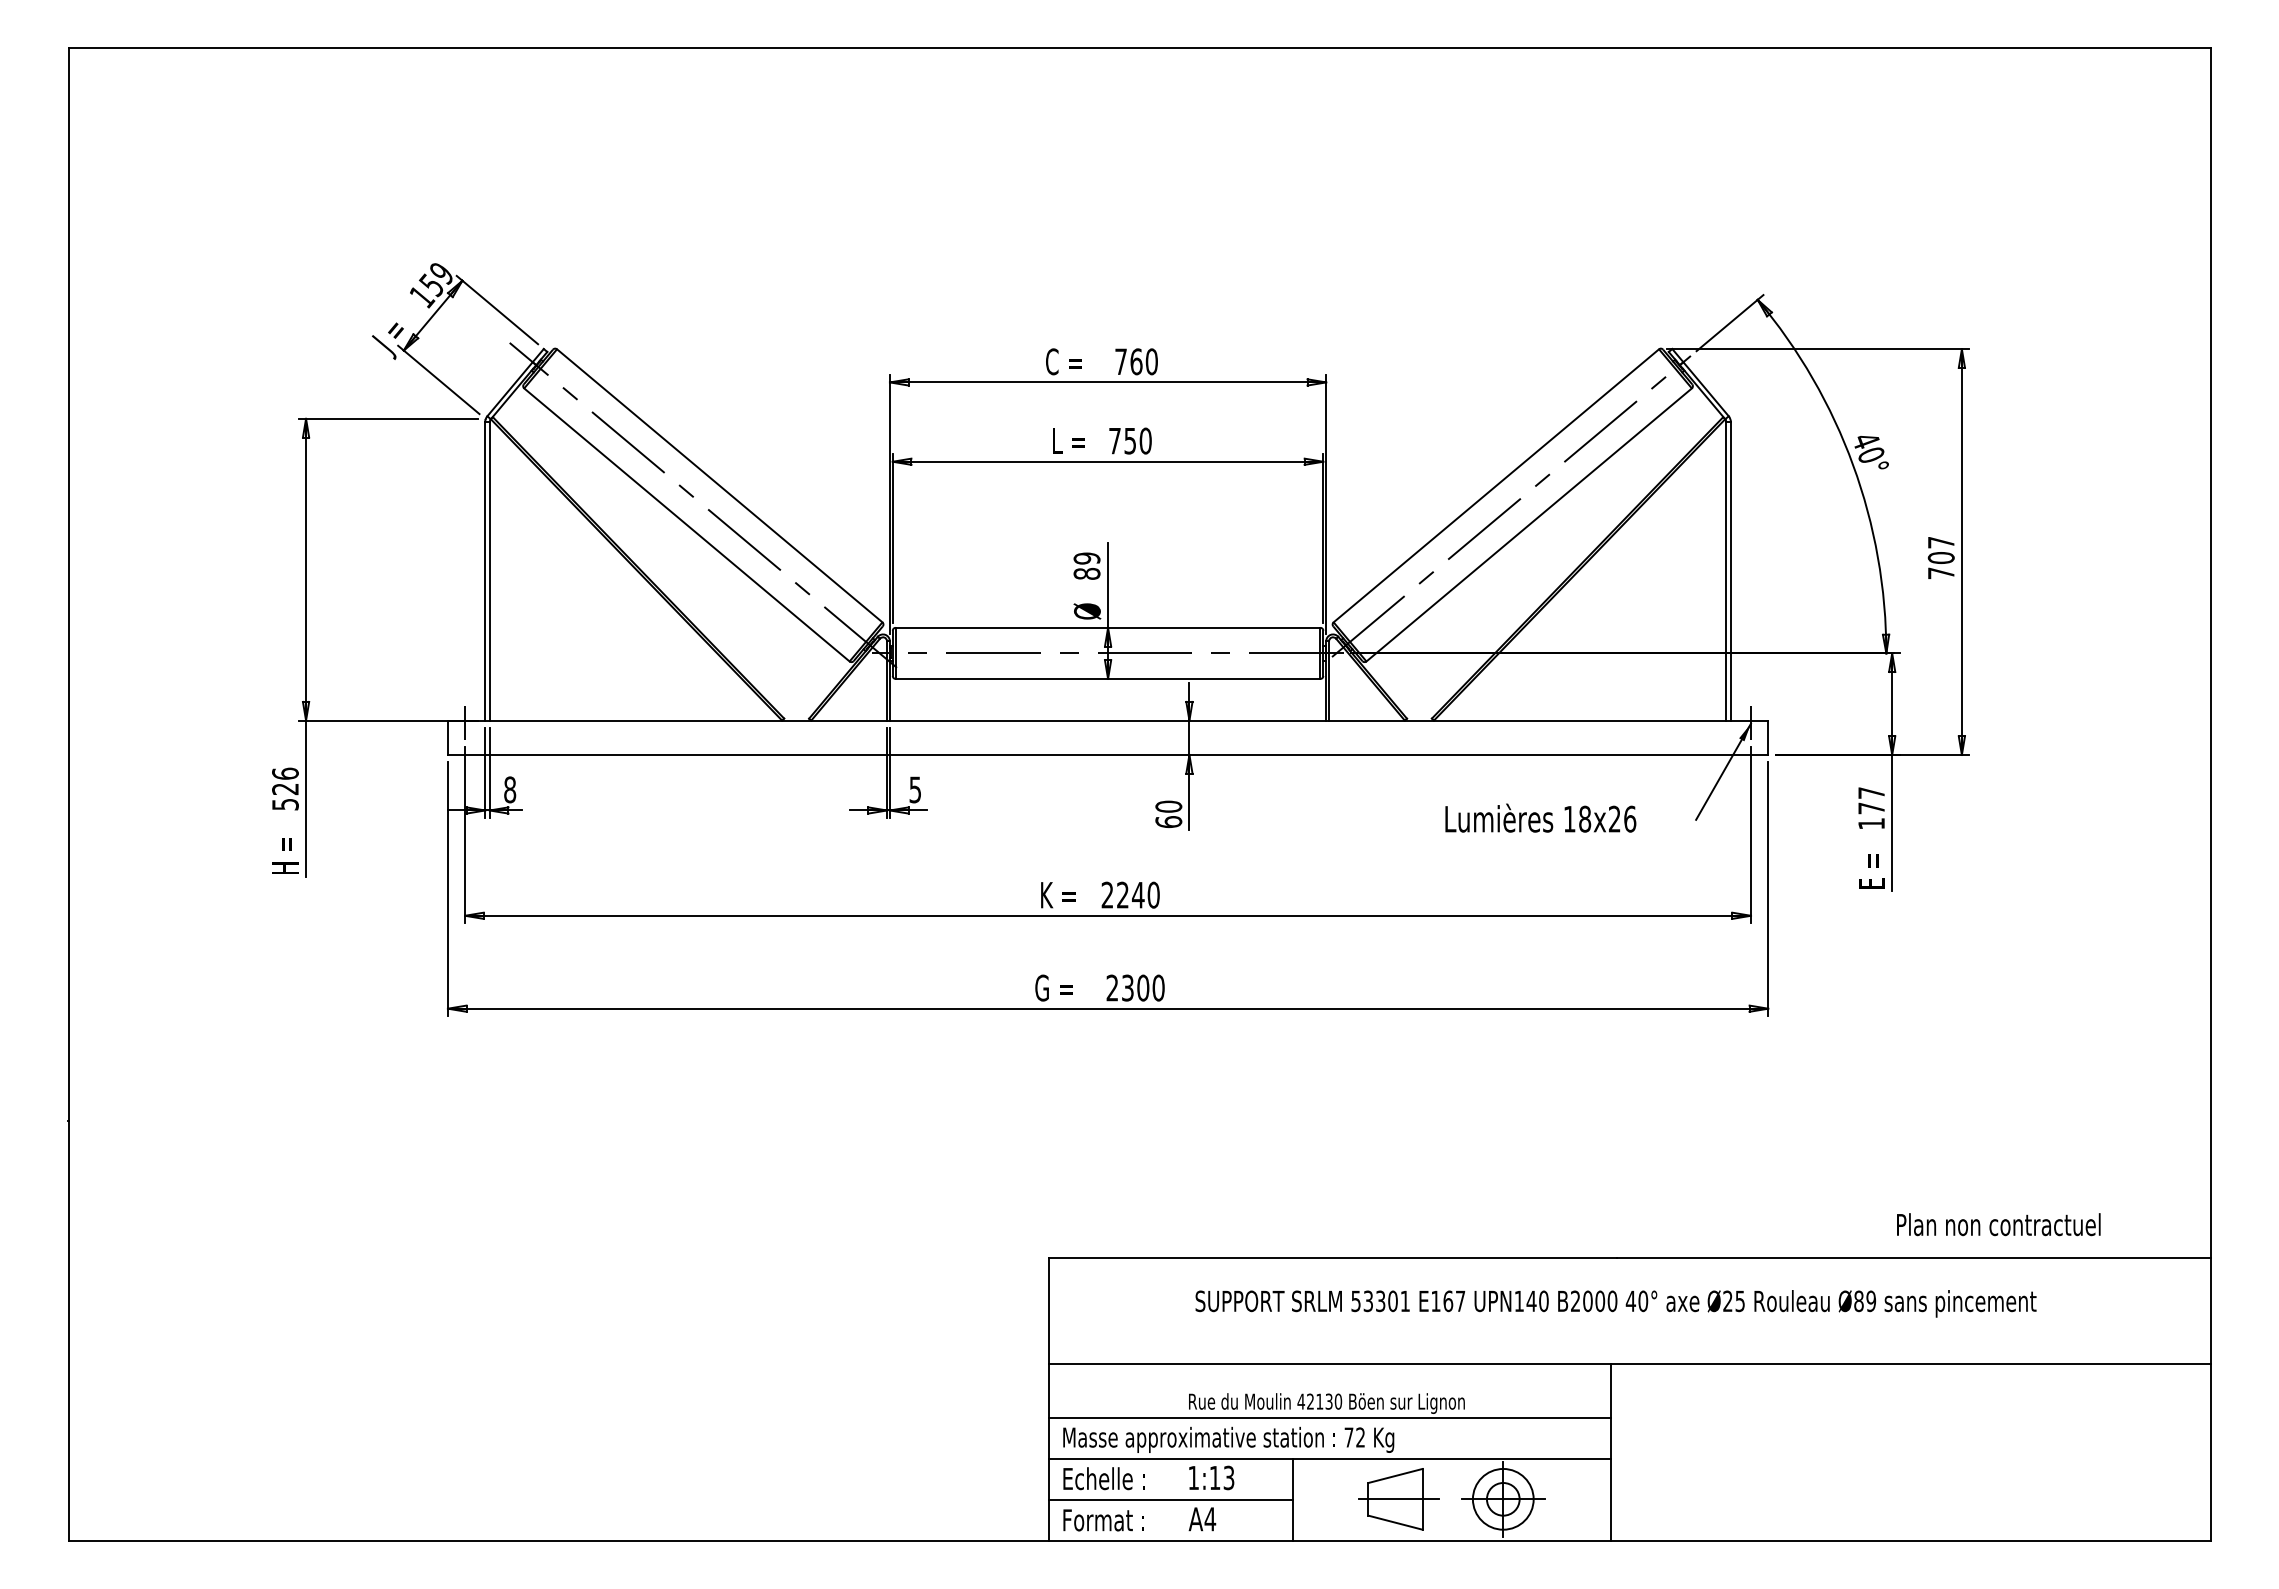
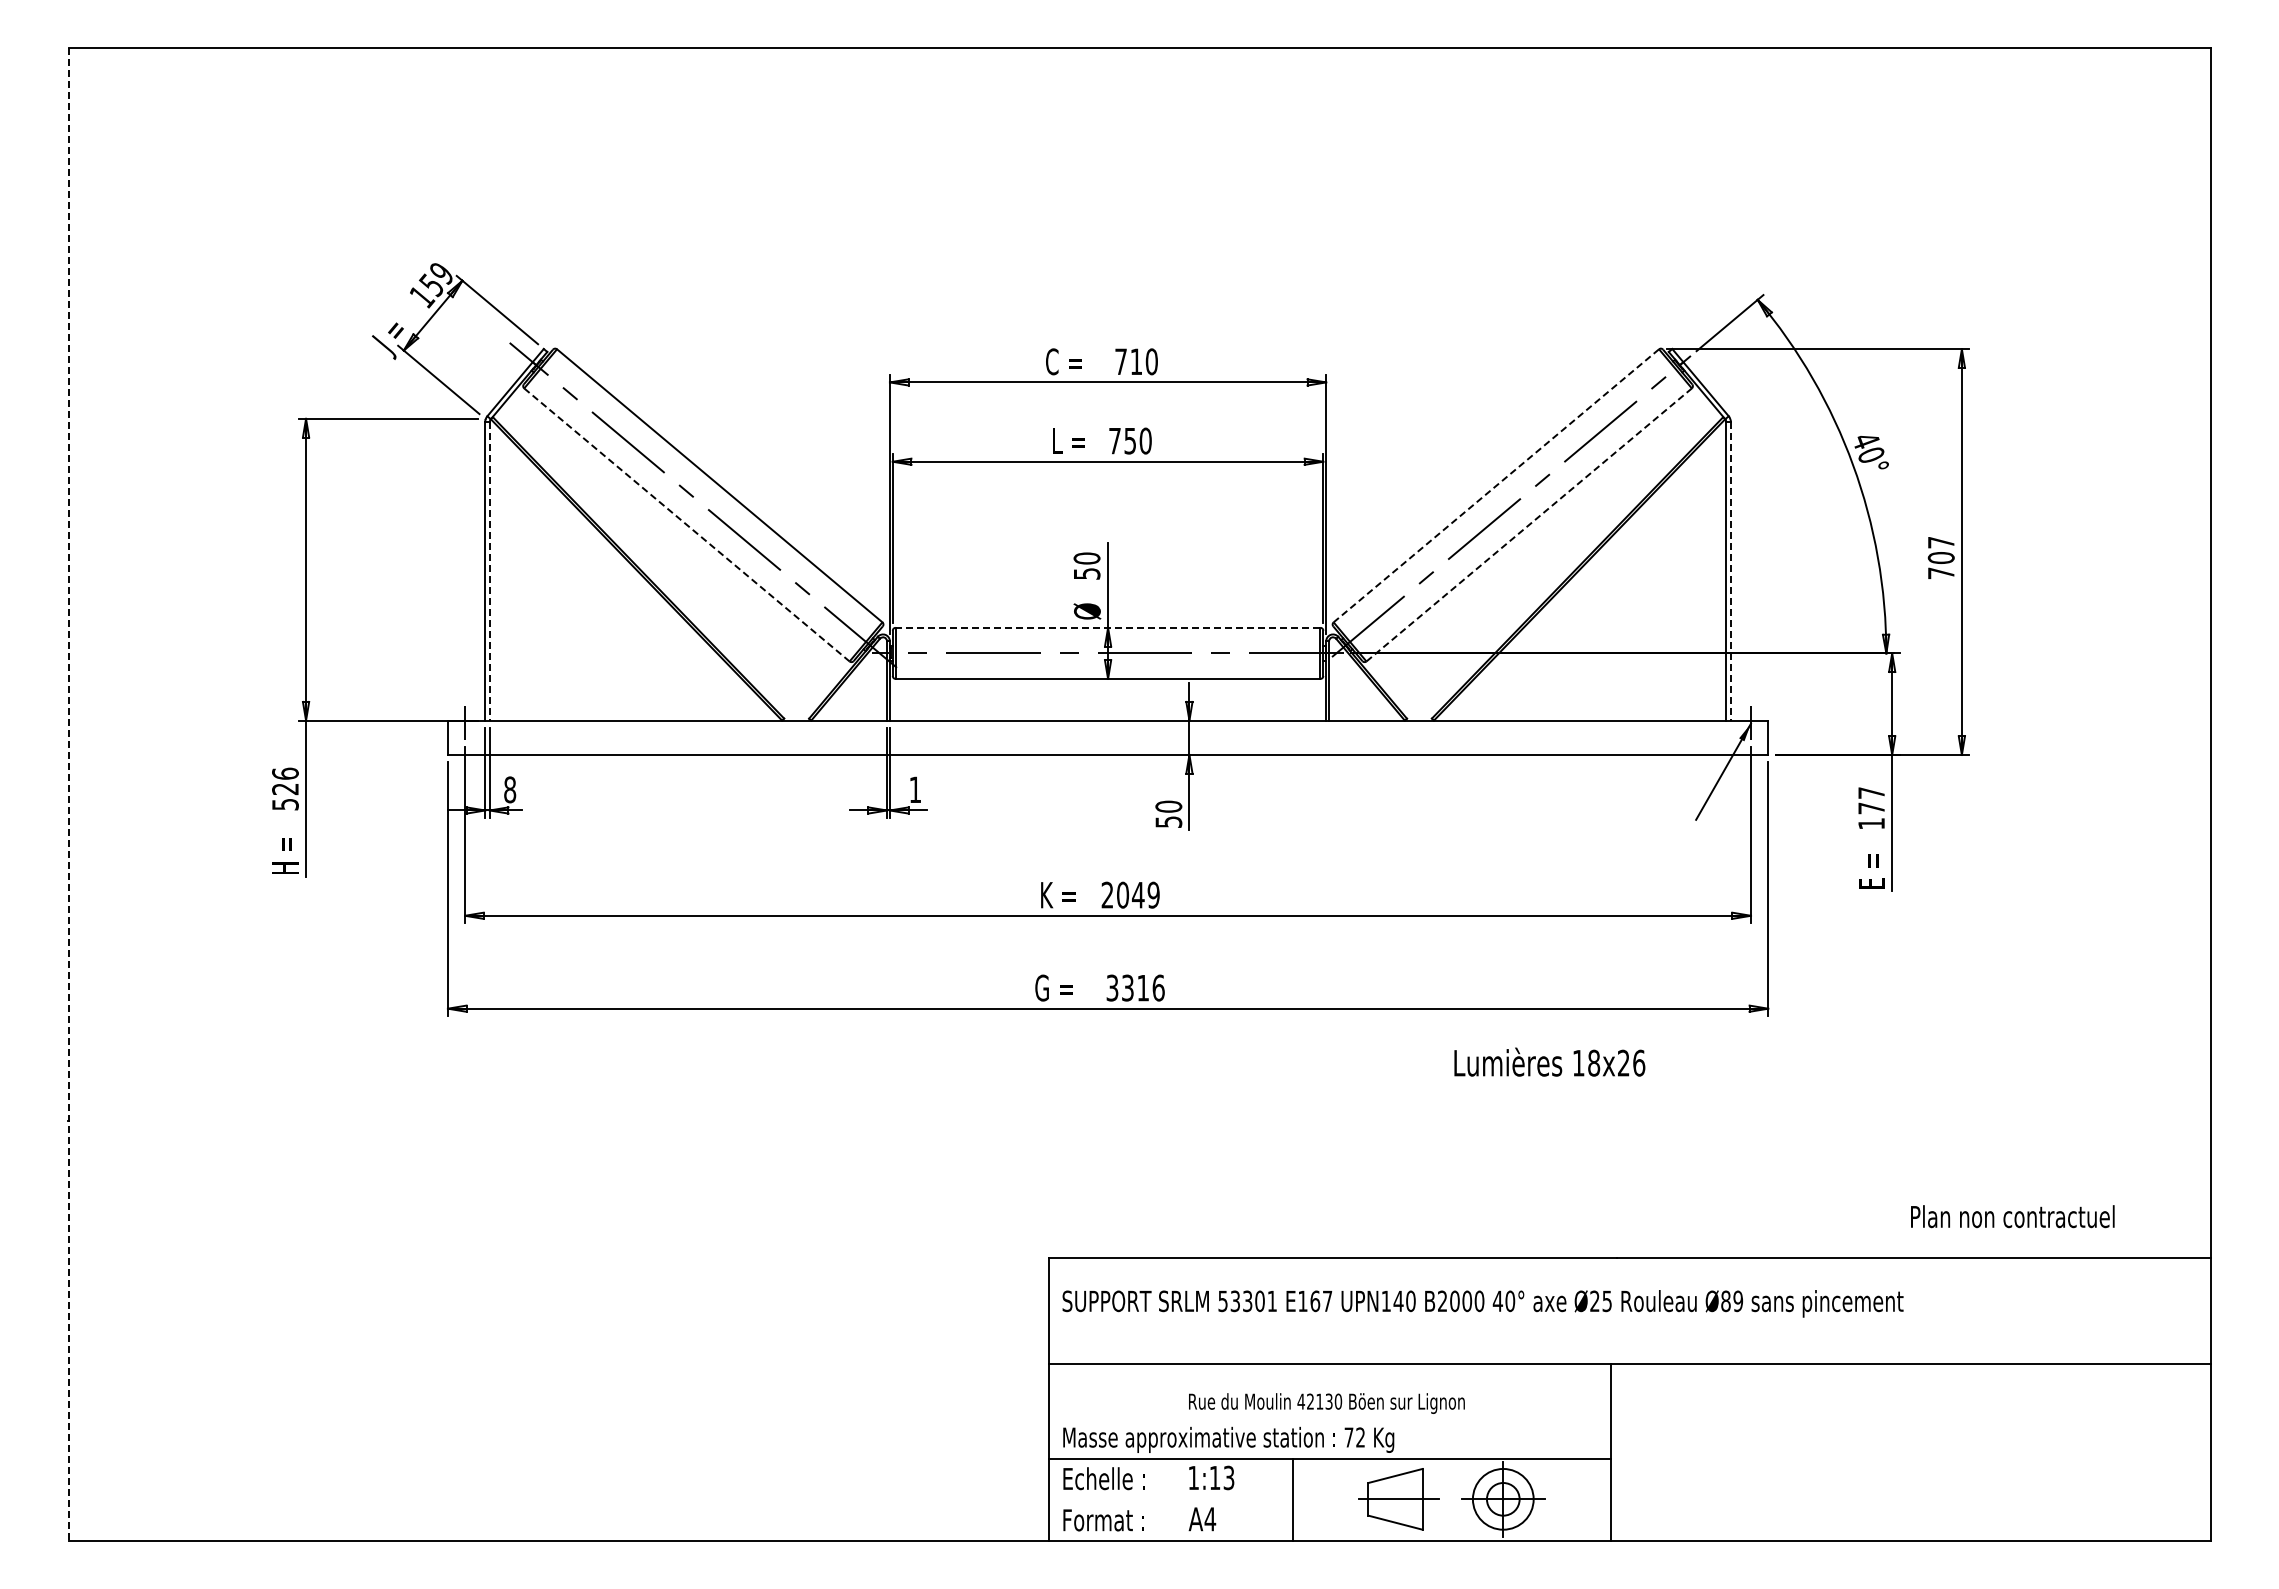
text at (1136, 361): 760 -> 710
line at (1495, 486): solid -> dashed
line at (1529, 524): solid -> dashed
line at (687, 525): solid -> dashed
text at (1086, 565): 89 -> 50
line at (489, 571): solid -> dashed
line at (1730, 571): solid -> dashed
line at (1107, 627): solid -> dashed
text at (914, 789): 5 -> 1
line at (68, 794): solid -> dashed
text at (1540, 817) position: (1540, 817) -> (1549, 1061)
text at (1168, 822): 60 -> 50
text at (1138, 894): 2240 -> 2049
text at (1135, 987): 2300 -> 3316
text at (1998, 1224) position: (1998, 1224) -> (2012, 1216)
text at (1615, 1303) position: (1615, 1303) -> (1482, 1303)
line at (1330, 1418): present -> none
line at (1170, 1500): present -> none
